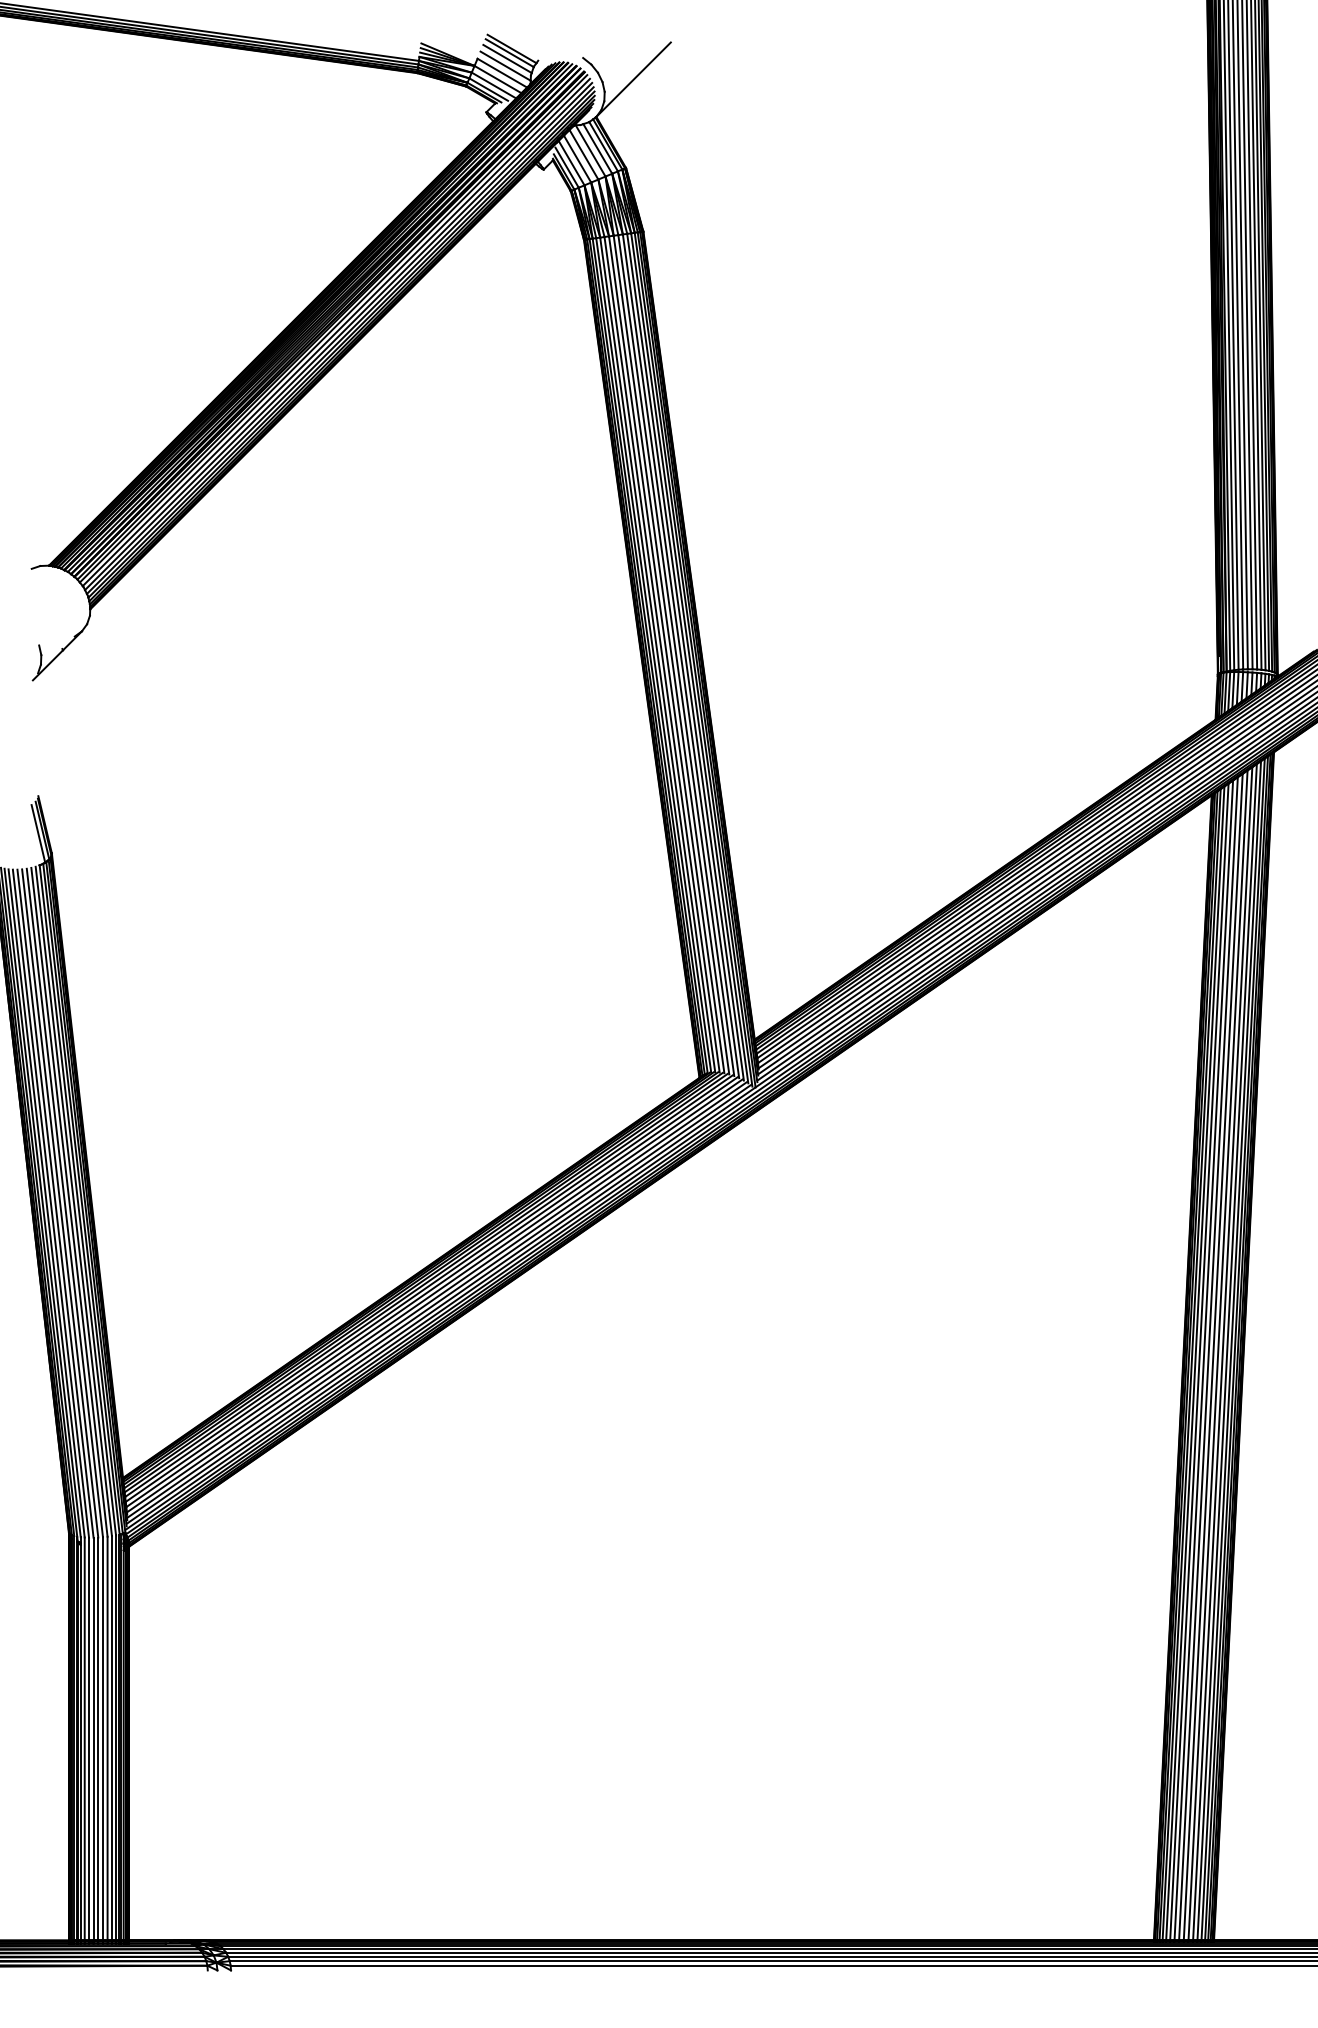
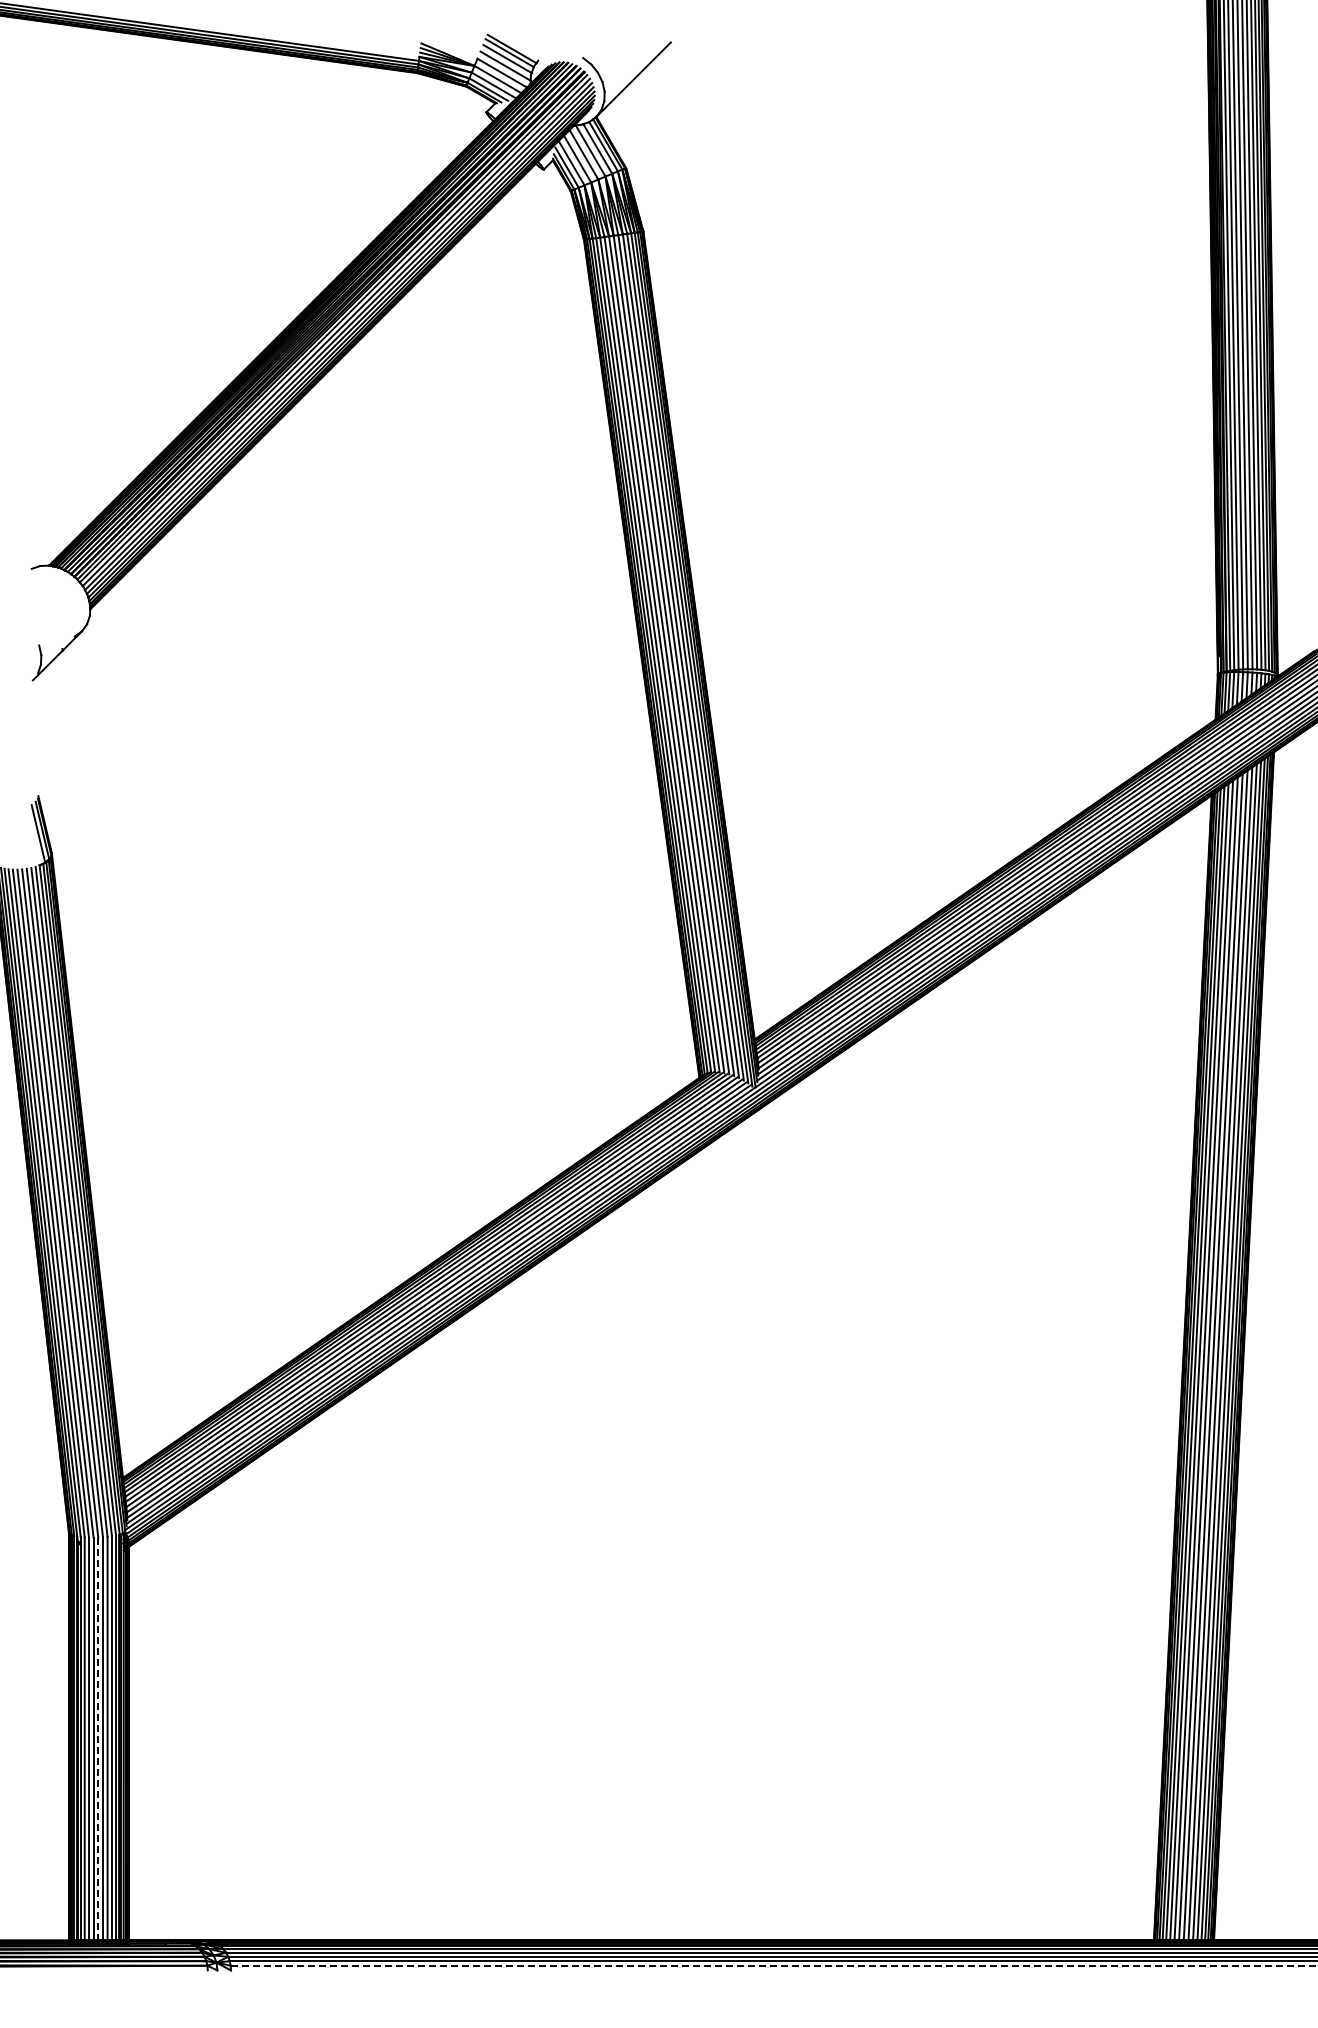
line at (98, 1739): solid -> dashed
line at (774, 1965): solid -> dashed
